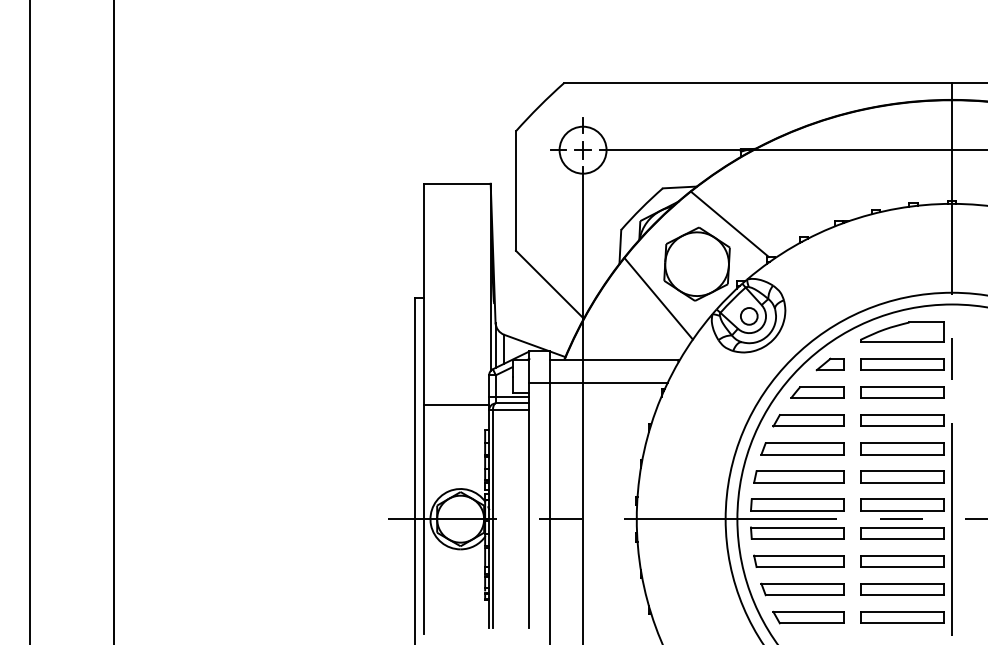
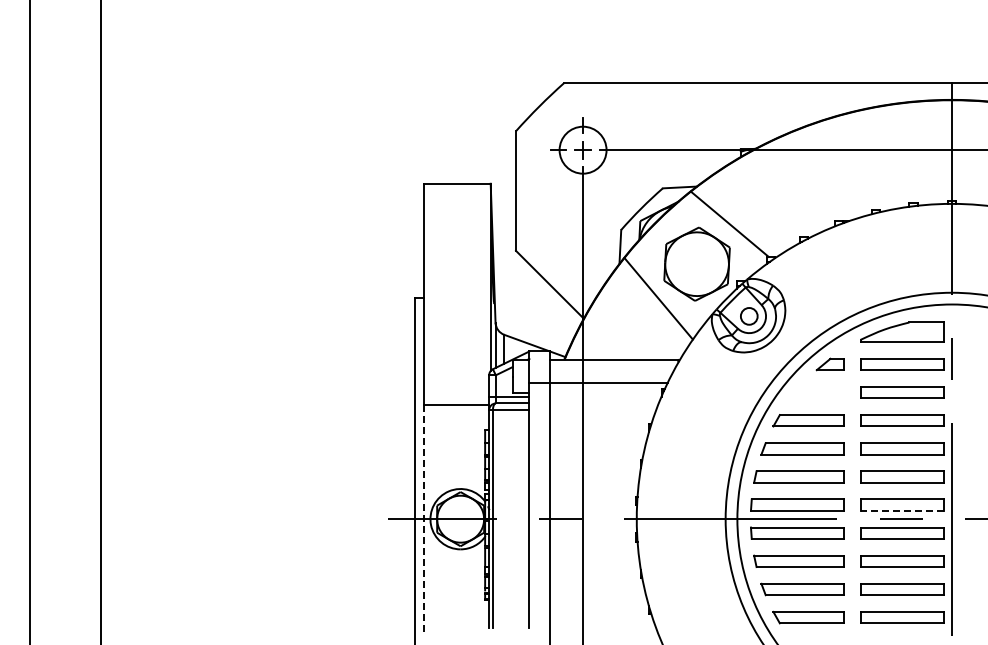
line at (113, 321) position: (113, 321) -> (100, 321)
part at (817, 392): present -> none
line at (901, 510): solid -> dashed
line at (423, 519): solid -> dashed
